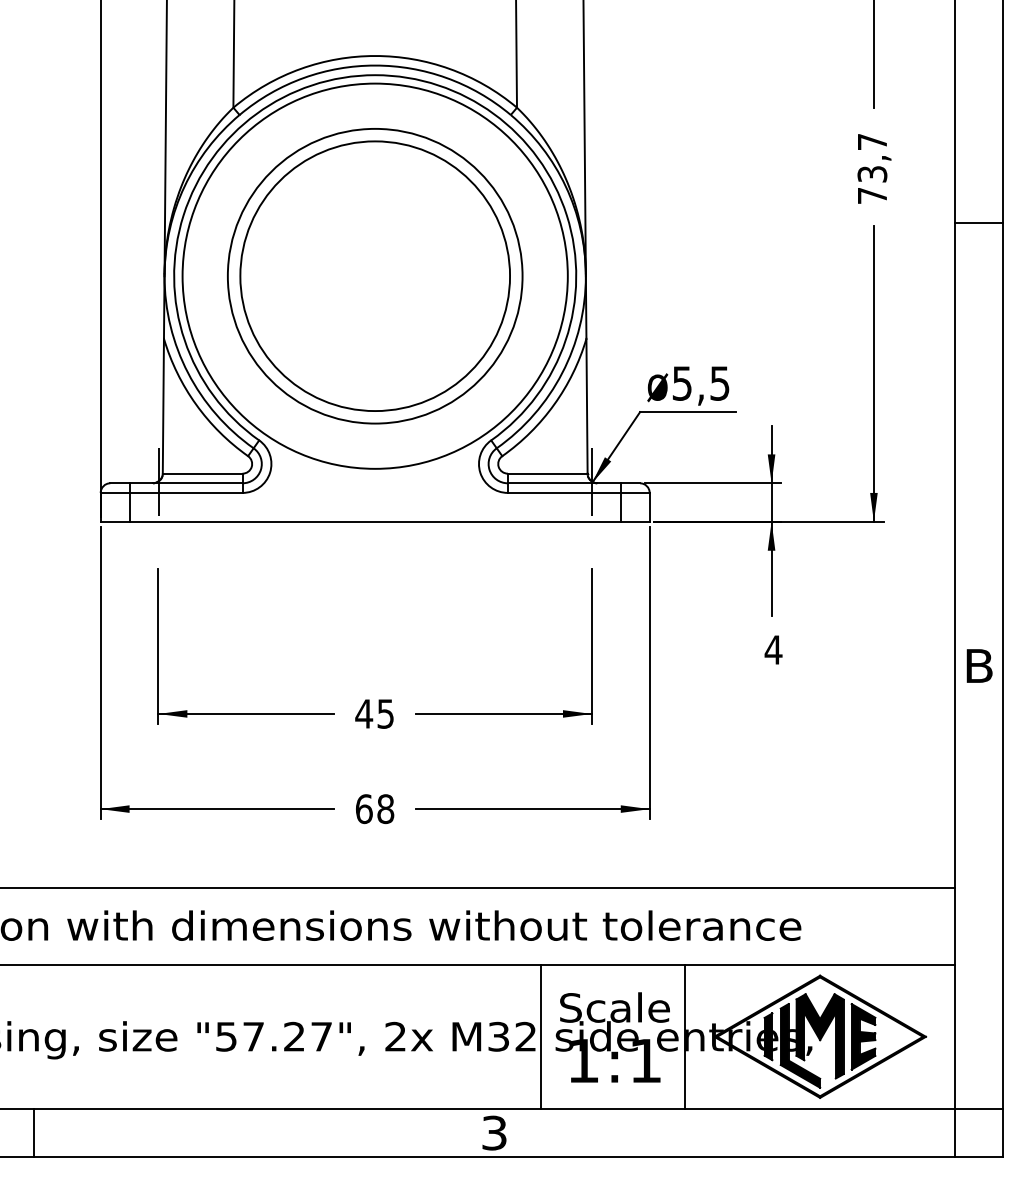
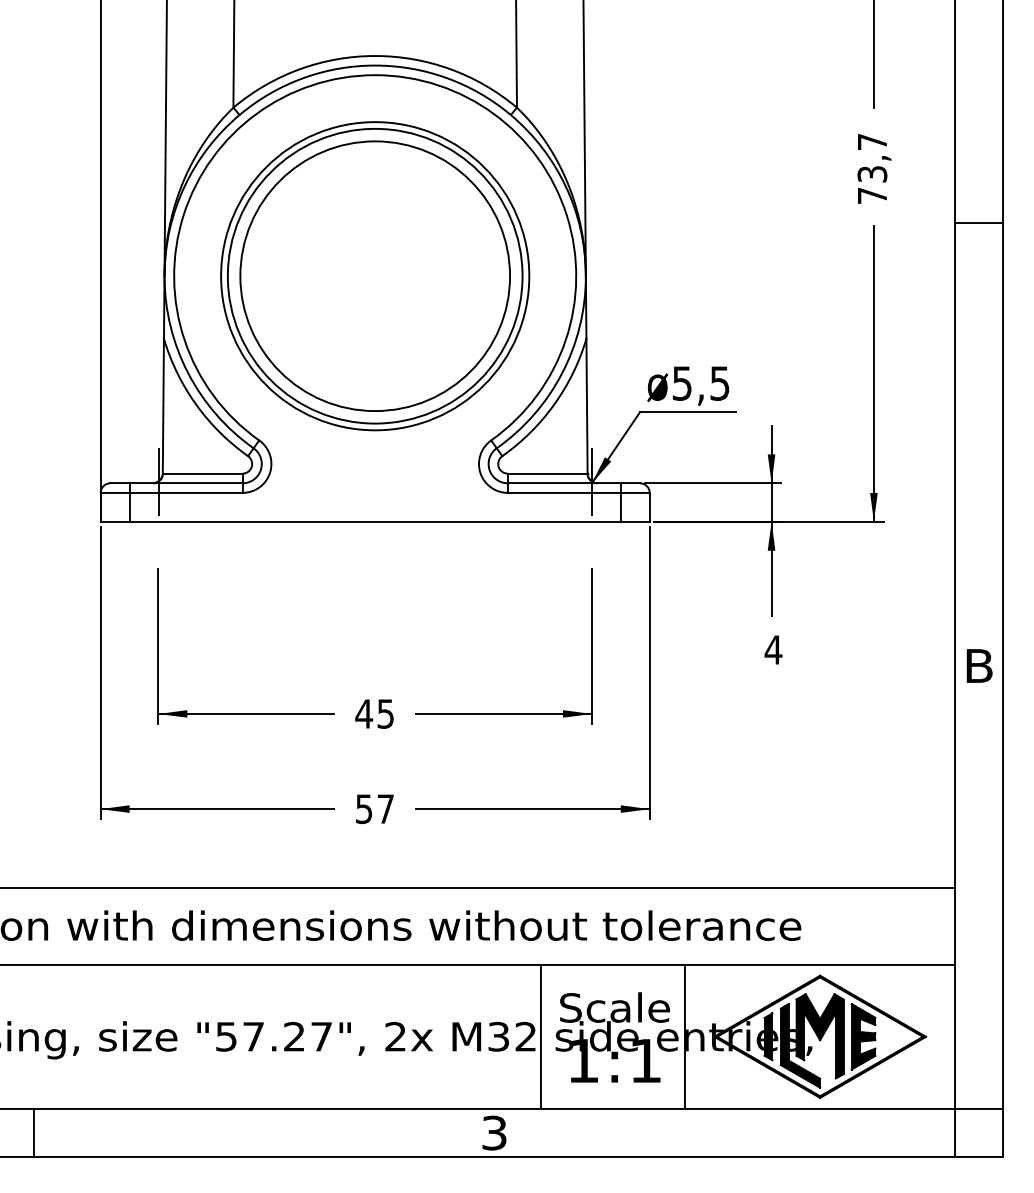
circle at (374, 275) diameter: 385 px -> 308 px
text at (375, 809): 68 -> 57
